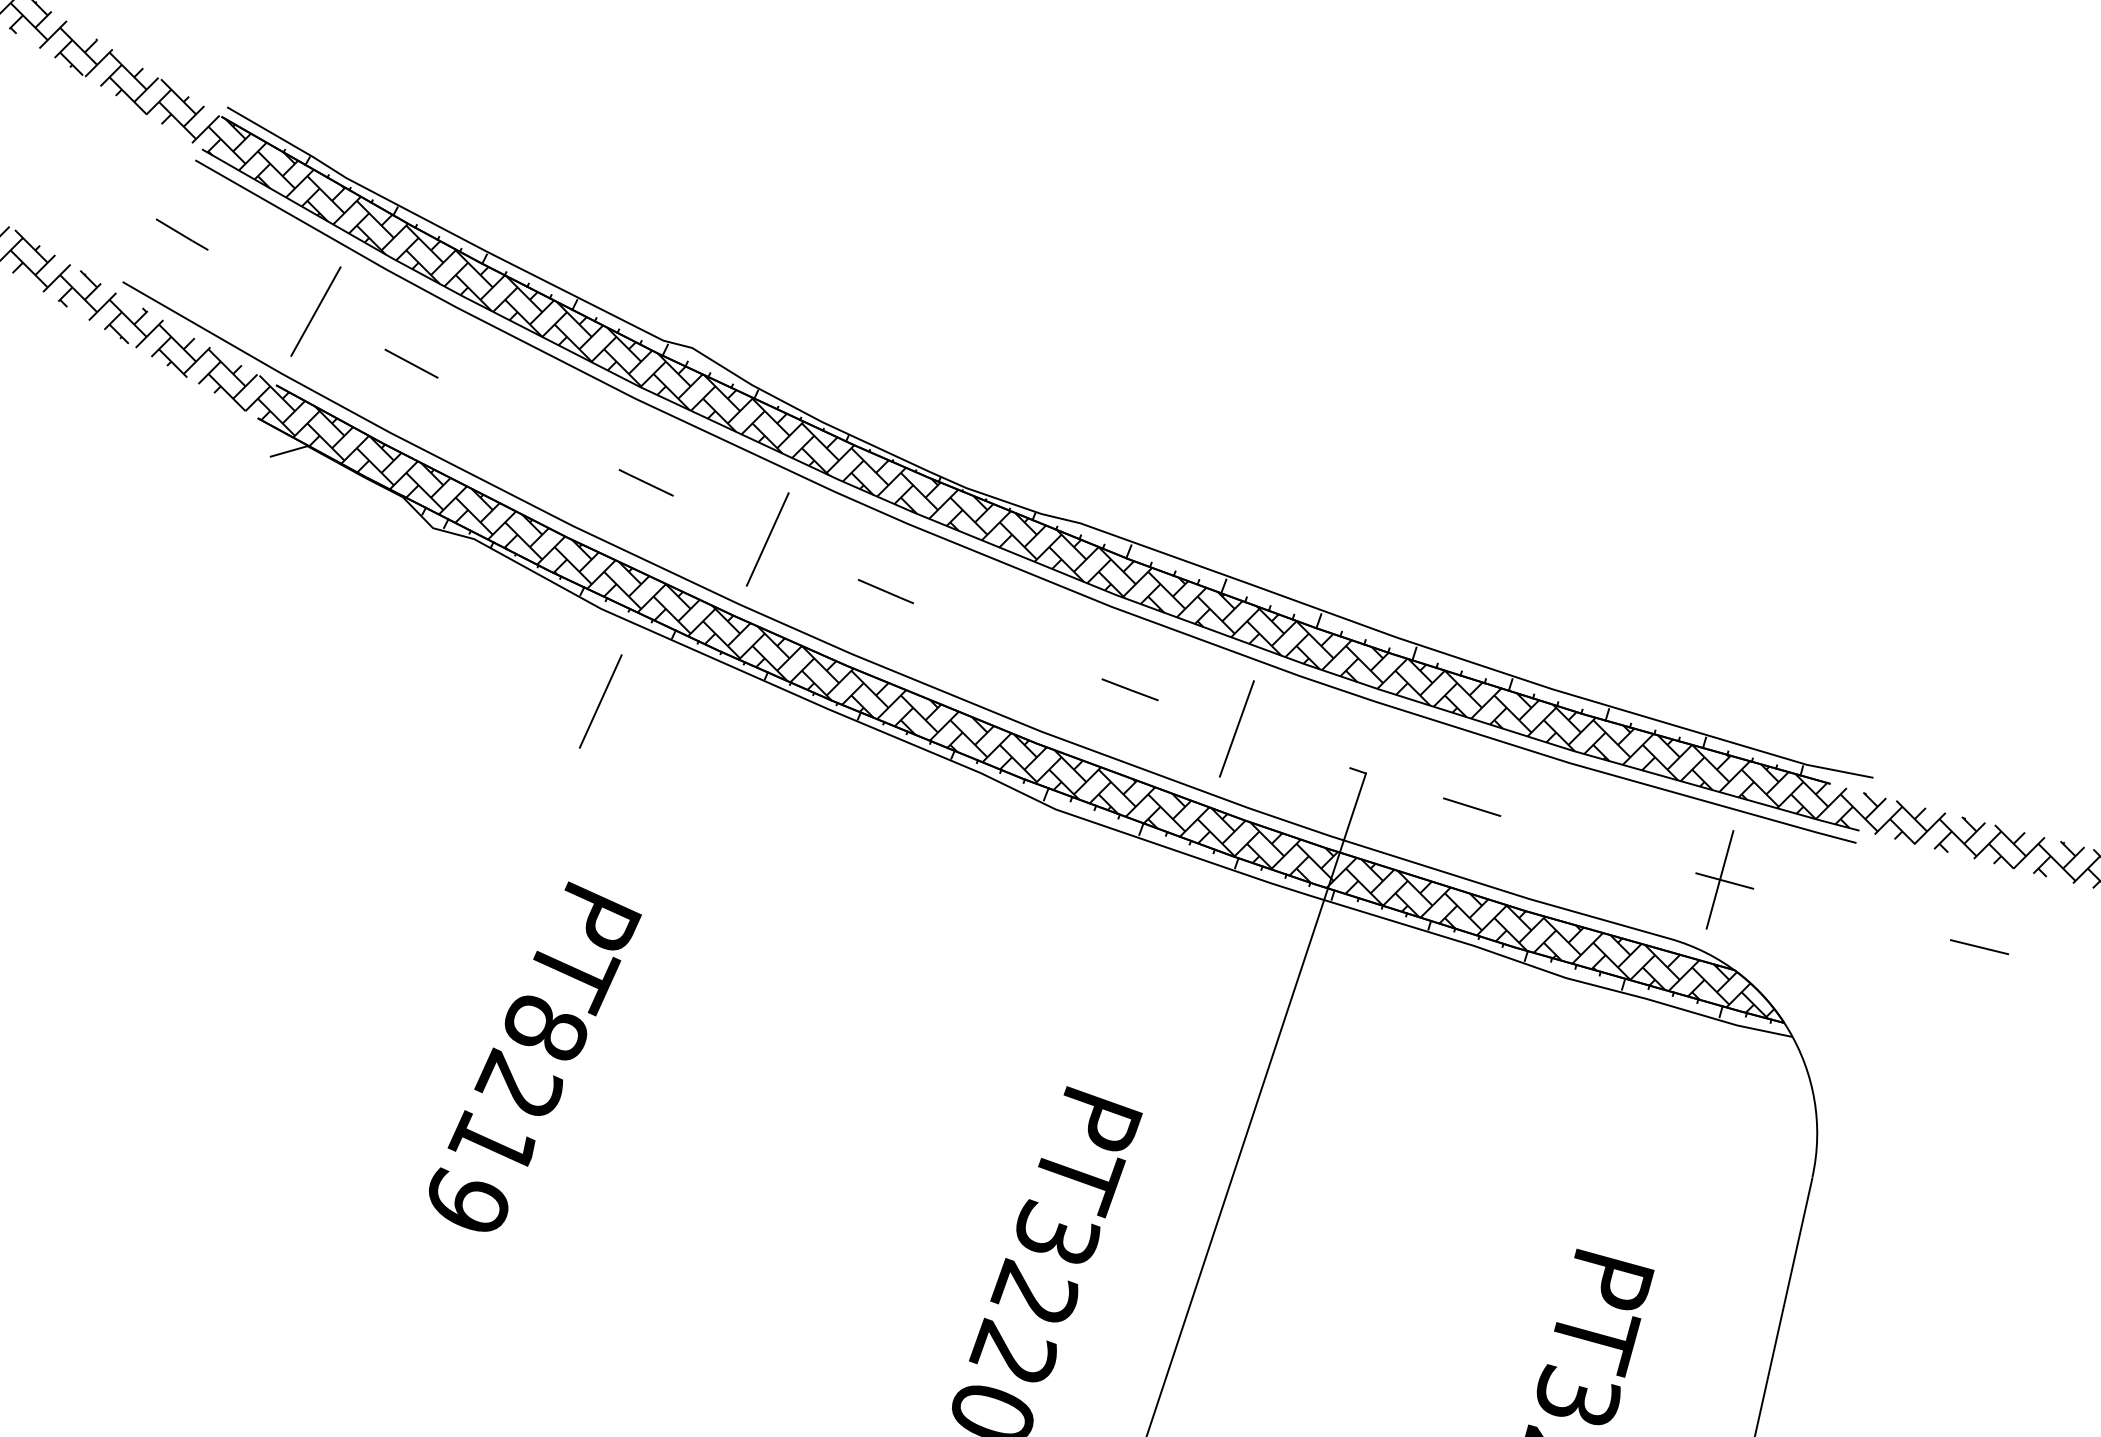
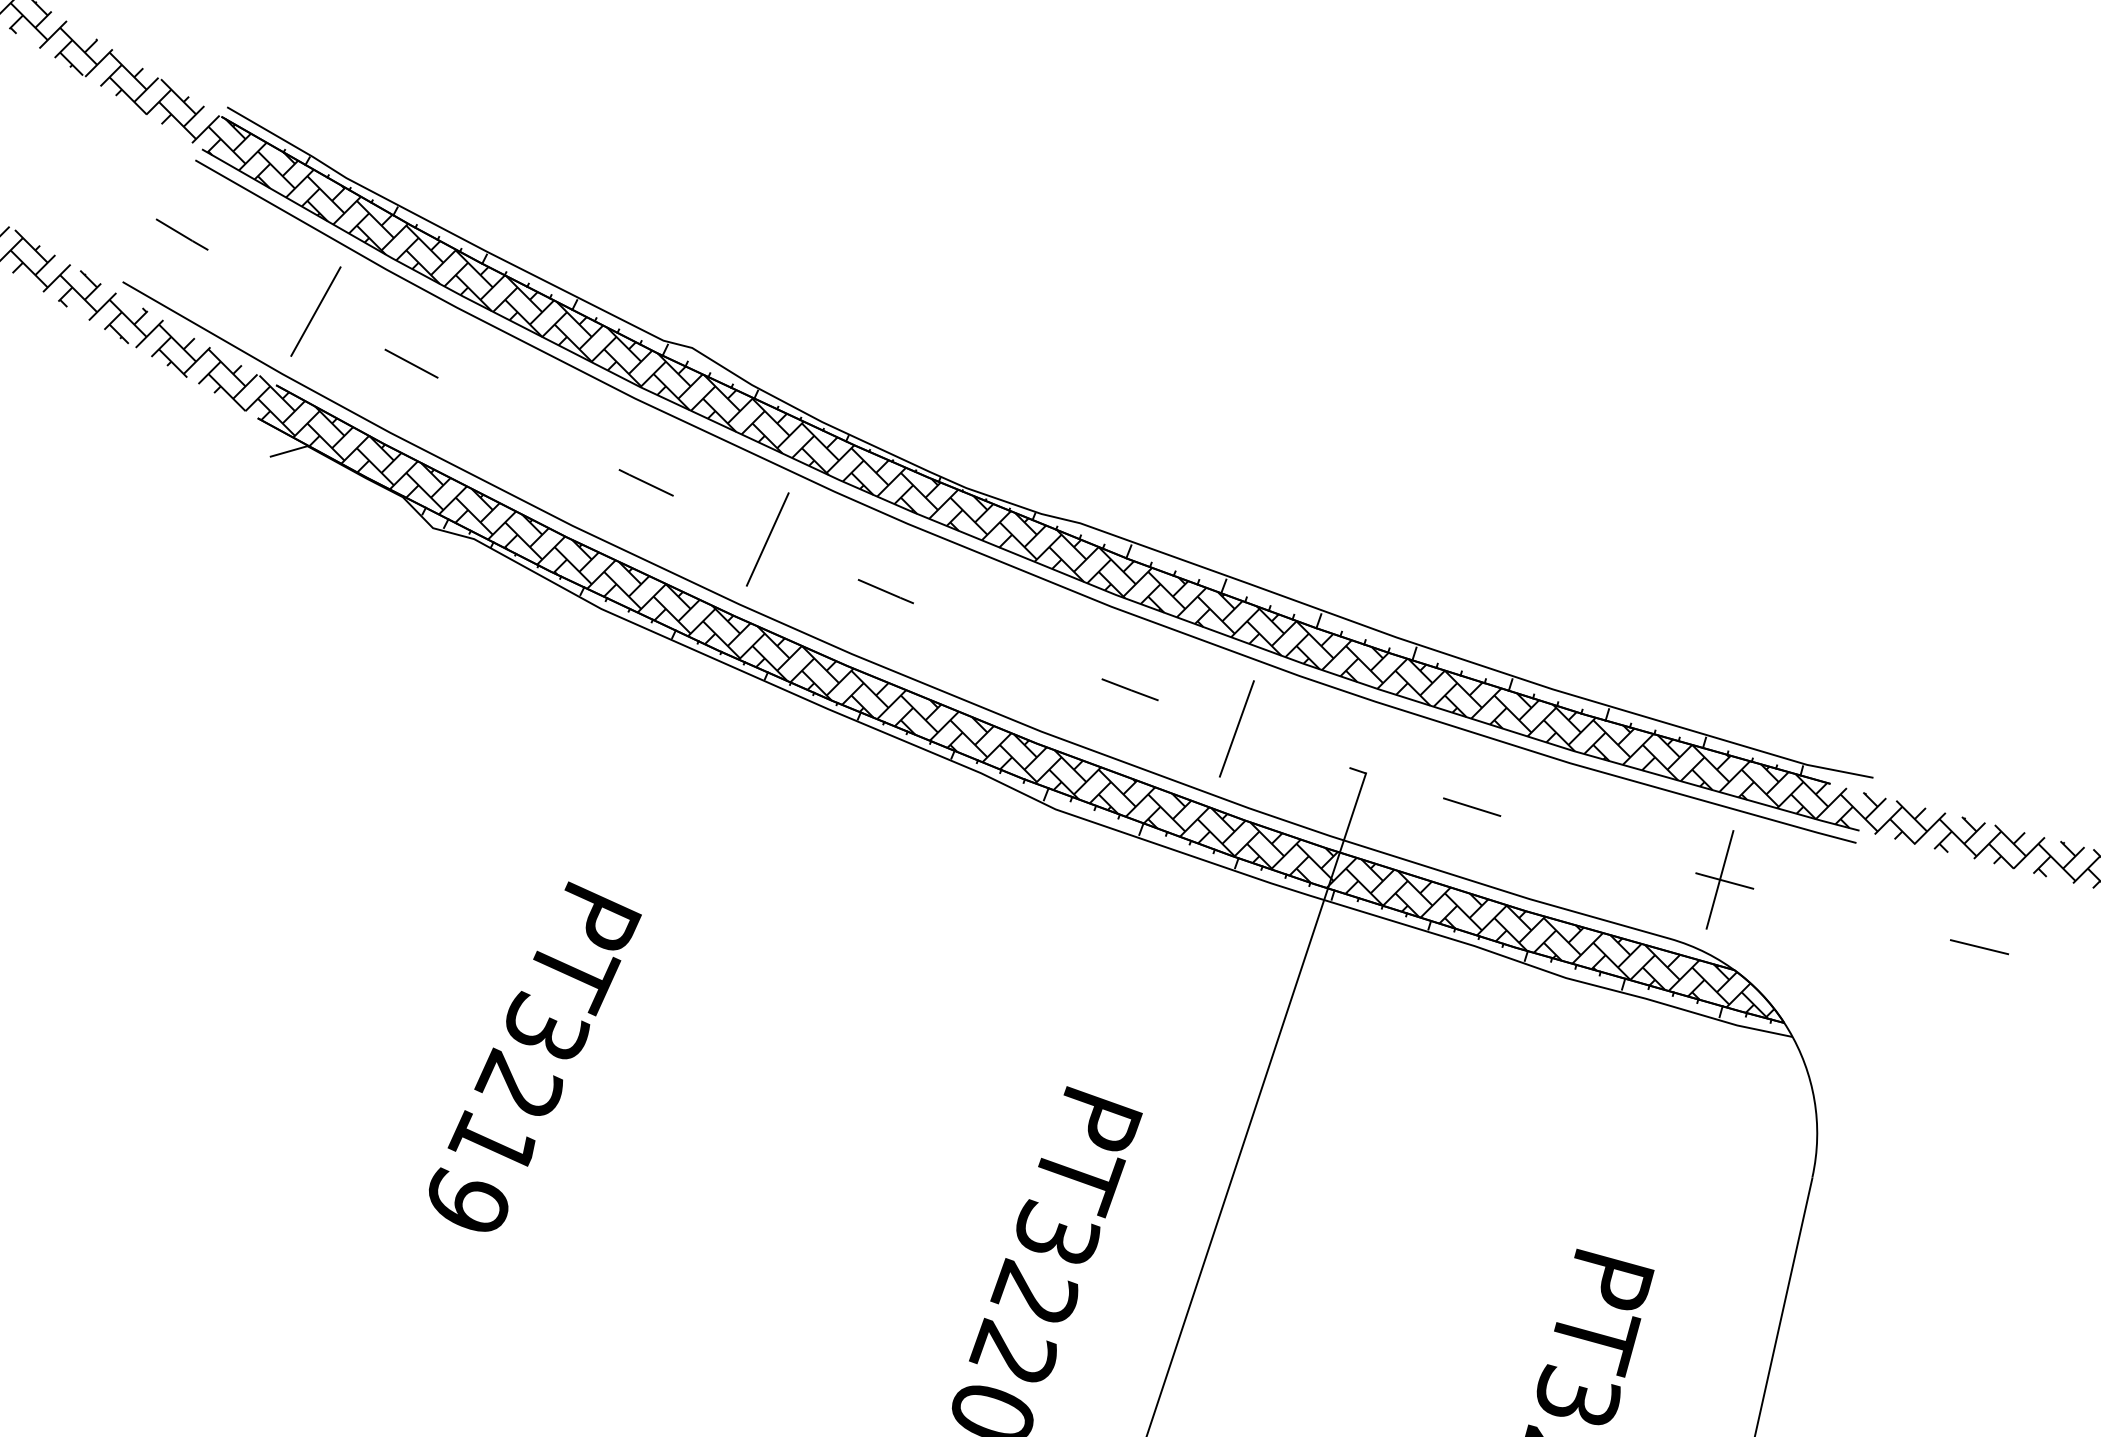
line at (600, 701): present -> none
text at (547, 1025): PT8219 -> PT3219
